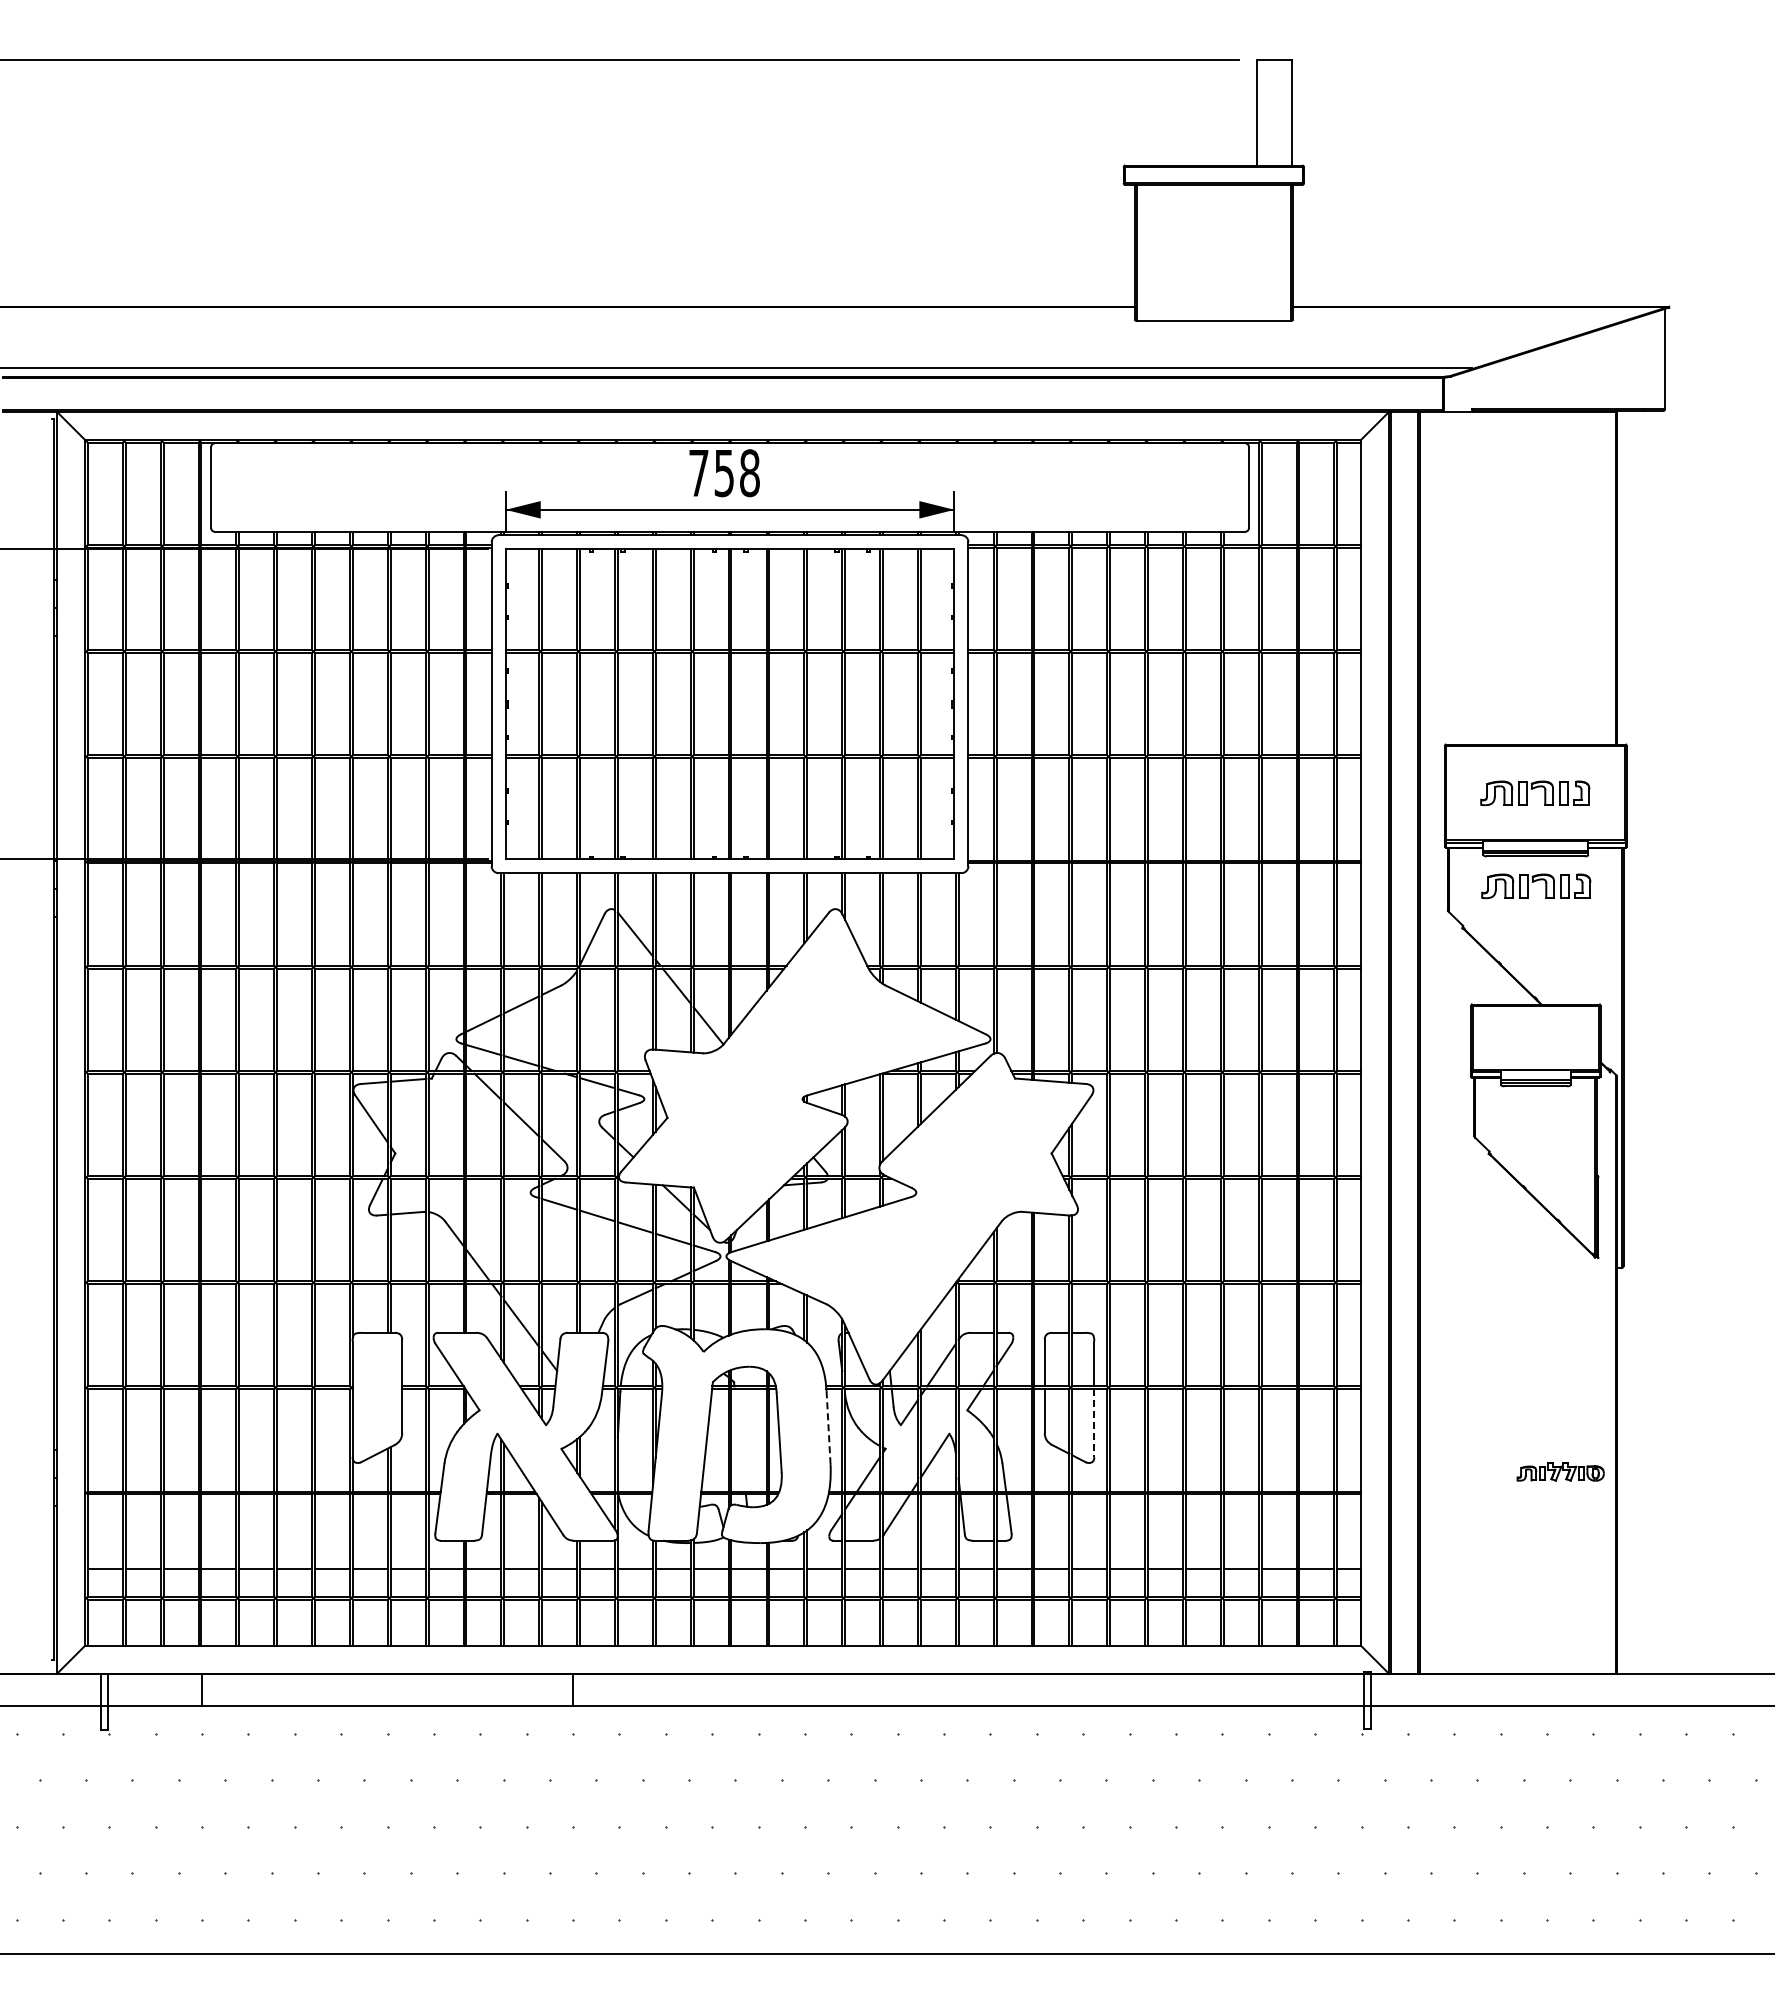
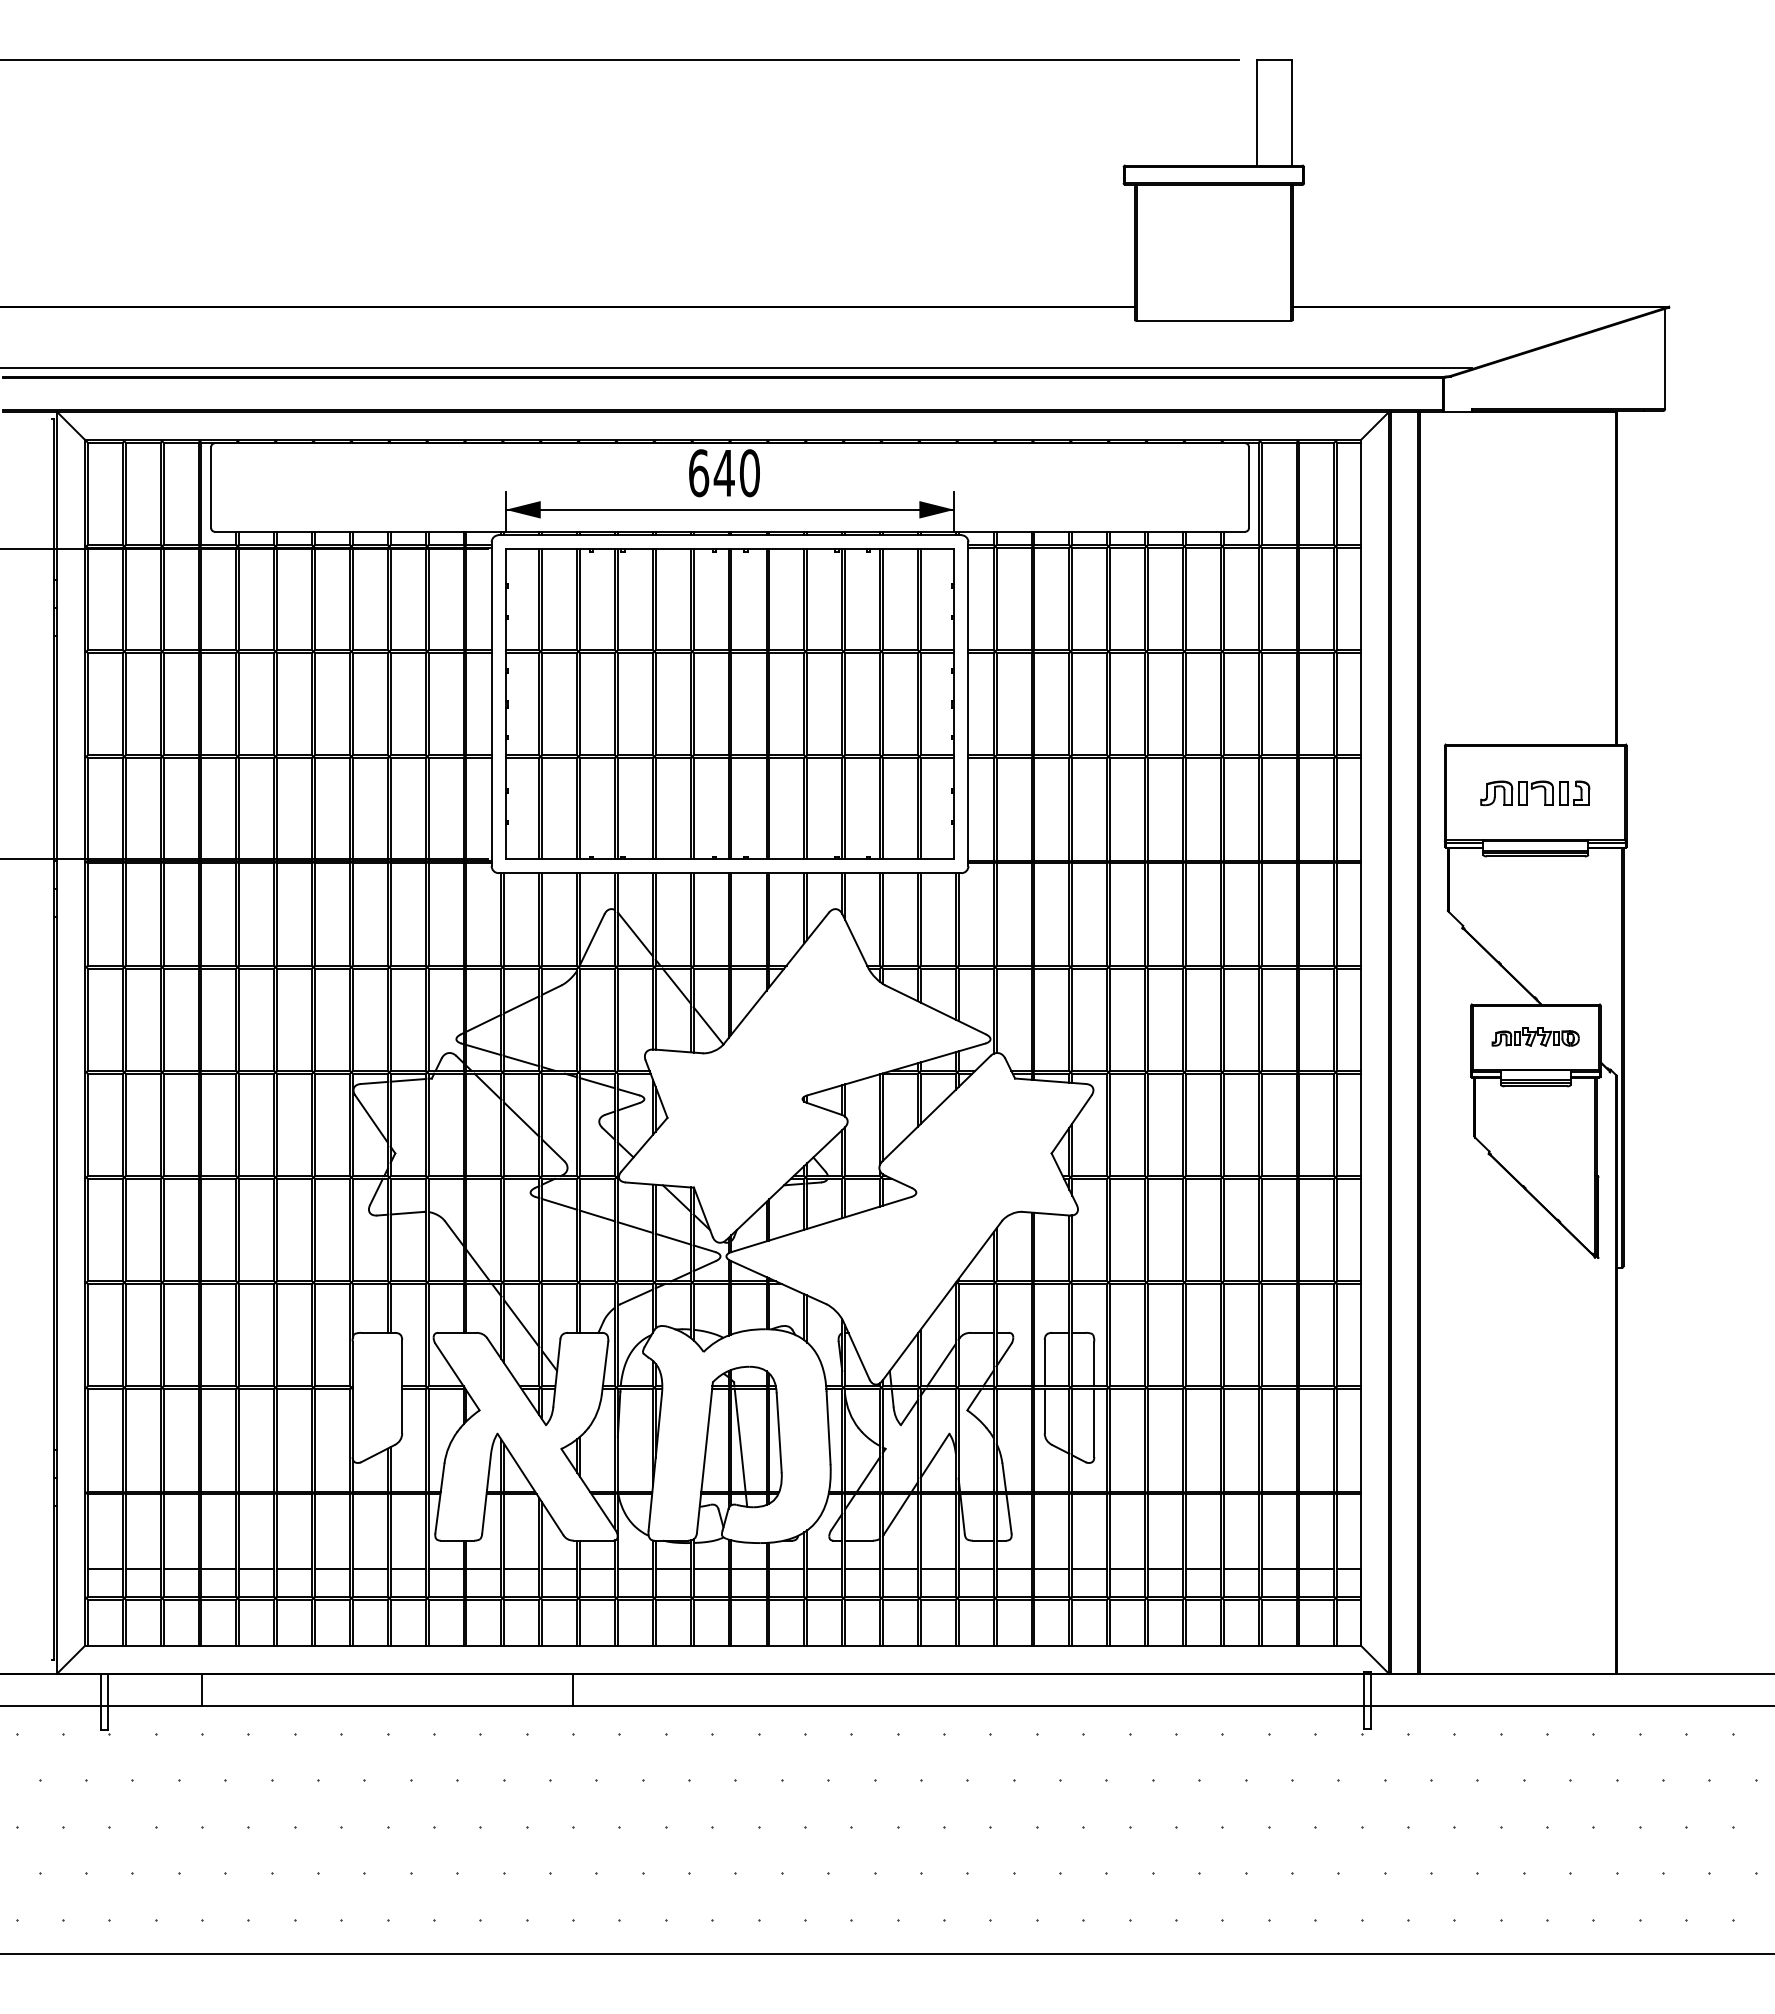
text at (724, 473): 758 -> 640
part at (1536, 886): present -> none
line at (1094, 1423): dashed -> solid
line at (828, 1427): dashed -> solid
line at (739, 1440): none -> present
part at (1560, 1471) position: (1560, 1471) -> (1535, 1036)
